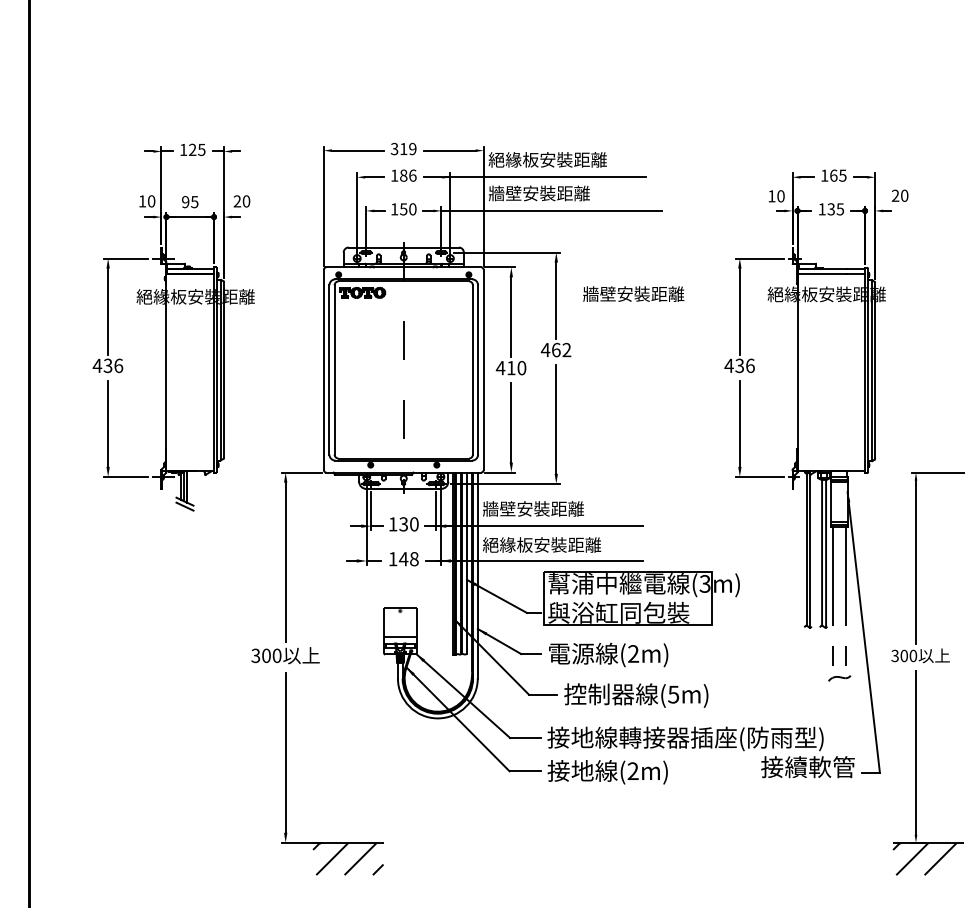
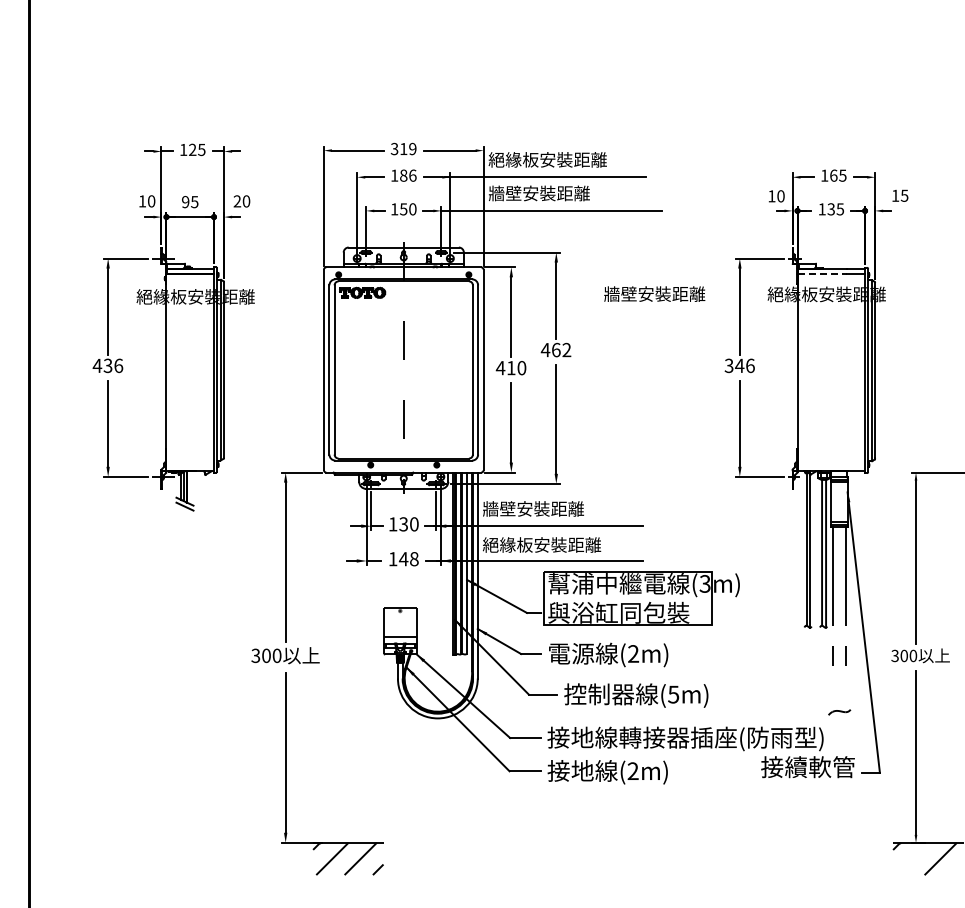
text at (899, 195): 20 -> 15
line at (822, 273): solid -> dashed
text at (633, 293) position: (633, 293) -> (654, 293)
text at (734, 365): 436 -> 346
part at (839, 678) position: (839, 678) -> (839, 712)
line at (912, 858): present -> none
